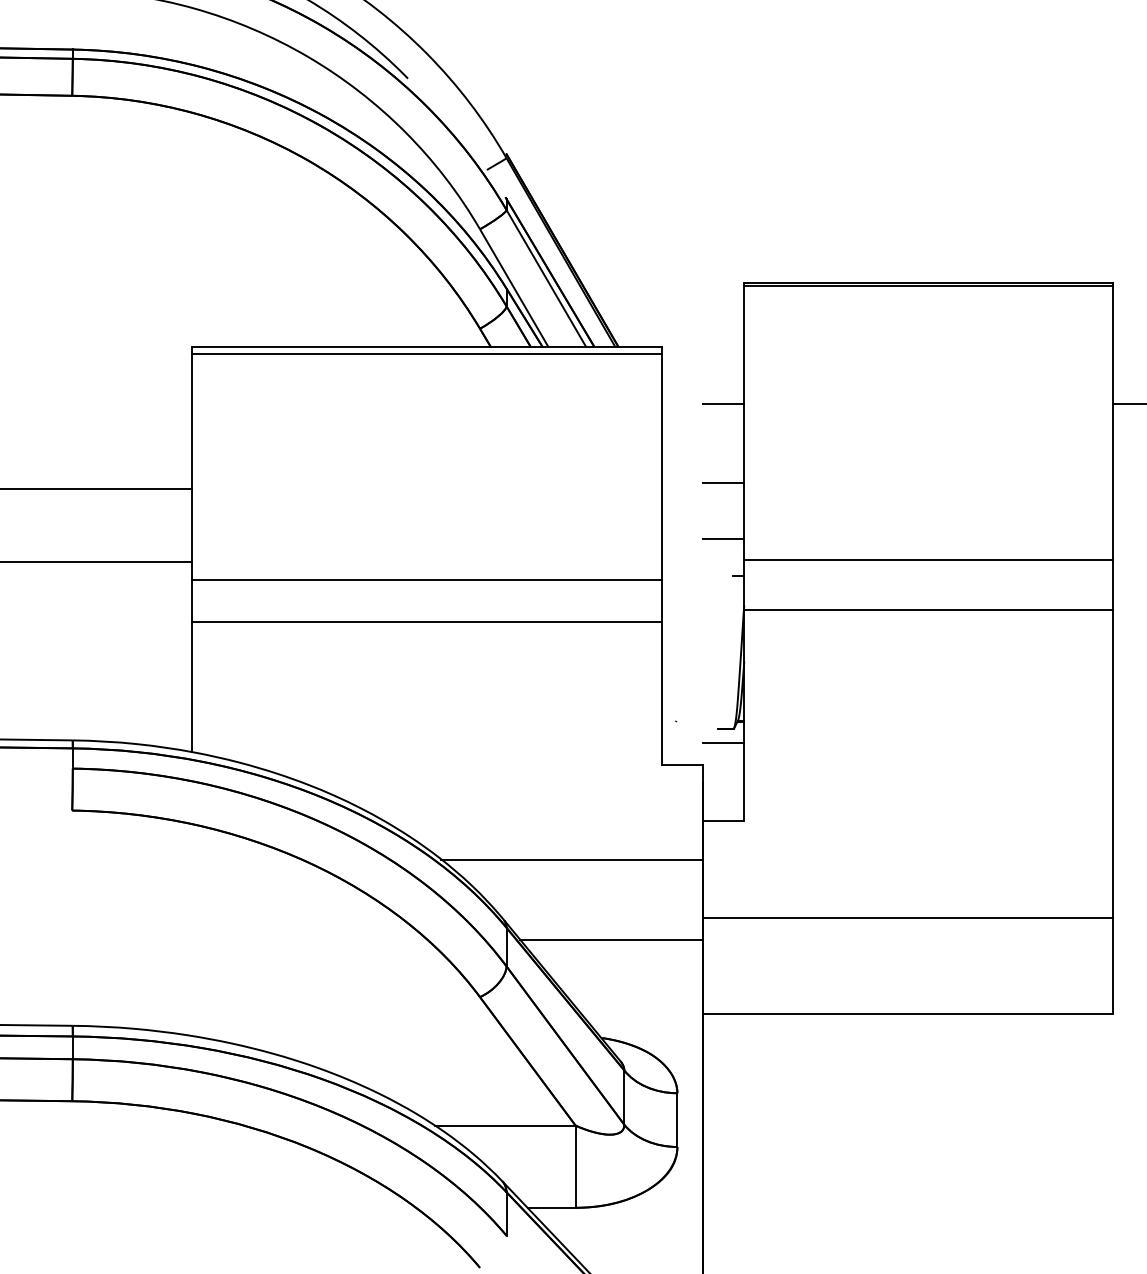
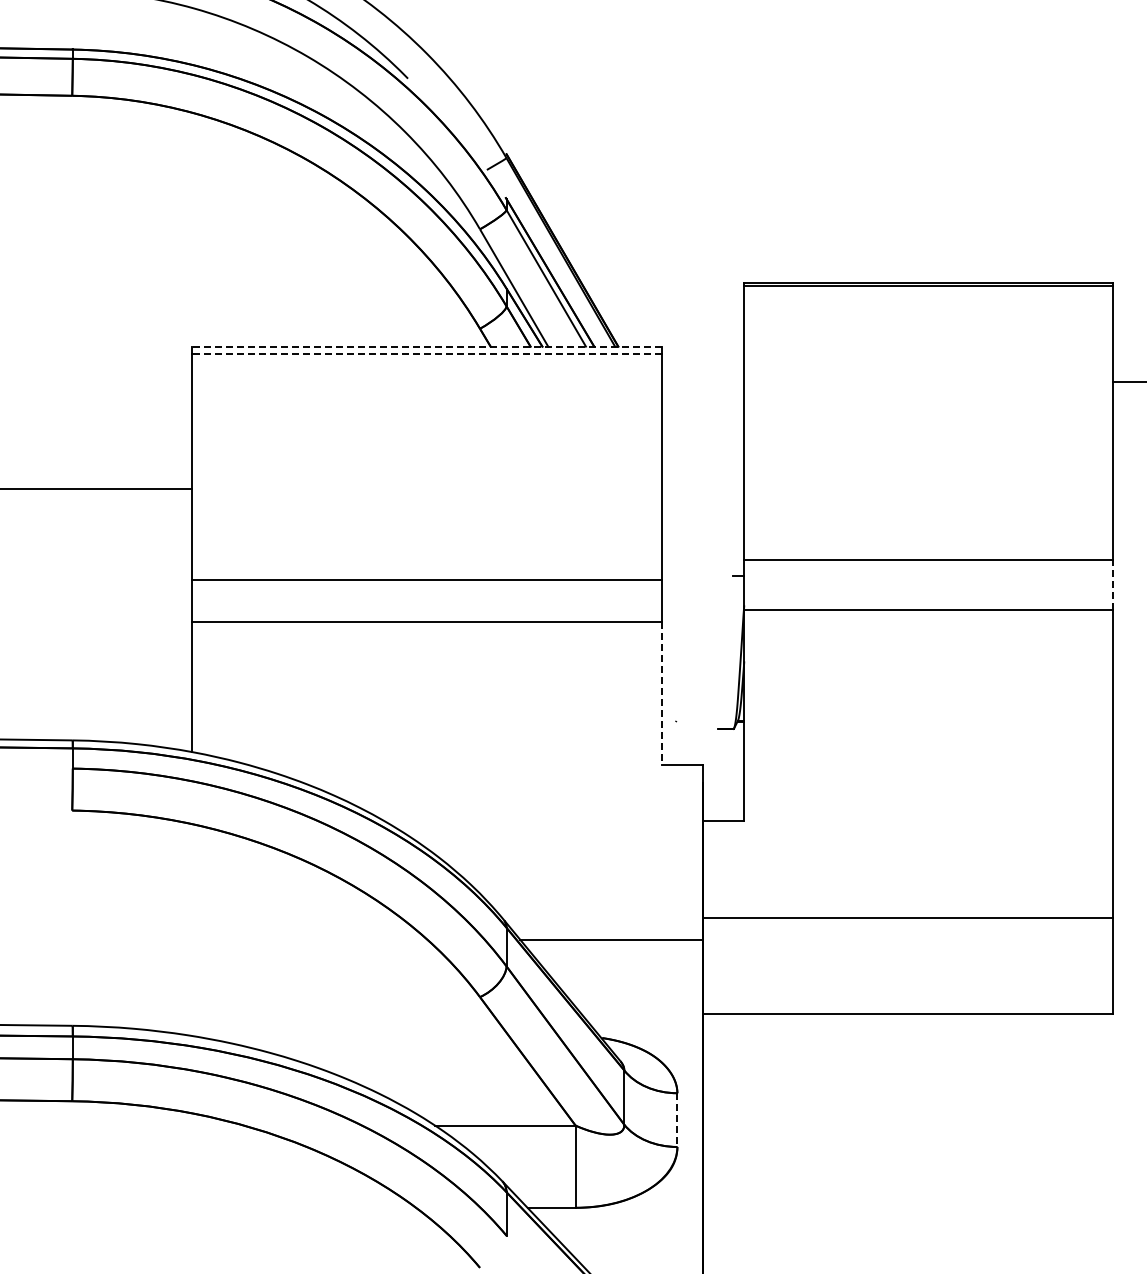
line at (426, 347): solid -> dashed
line at (426, 353): solid -> dashed
line at (723, 403): present -> none
line at (1127, 403) position: (1127, 403) -> (1127, 381)
line at (723, 482): present -> none
line at (723, 538): present -> none
line at (96, 562): present -> none
line at (1112, 585): solid -> dashed
line at (662, 693): solid -> dashed
line at (723, 743): present -> none
line at (572, 859): present -> none
line at (677, 1120): solid -> dashed
